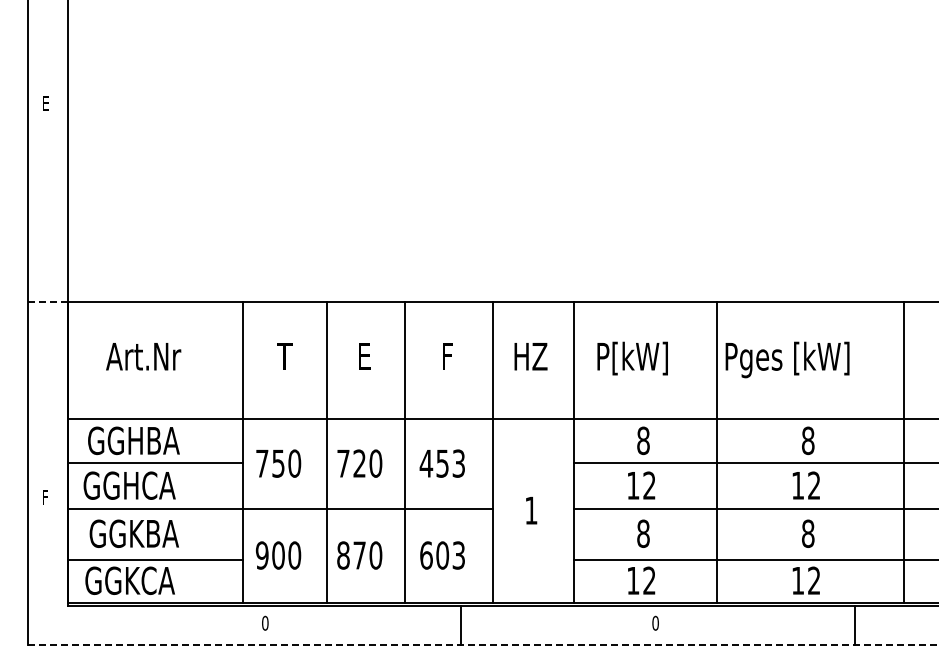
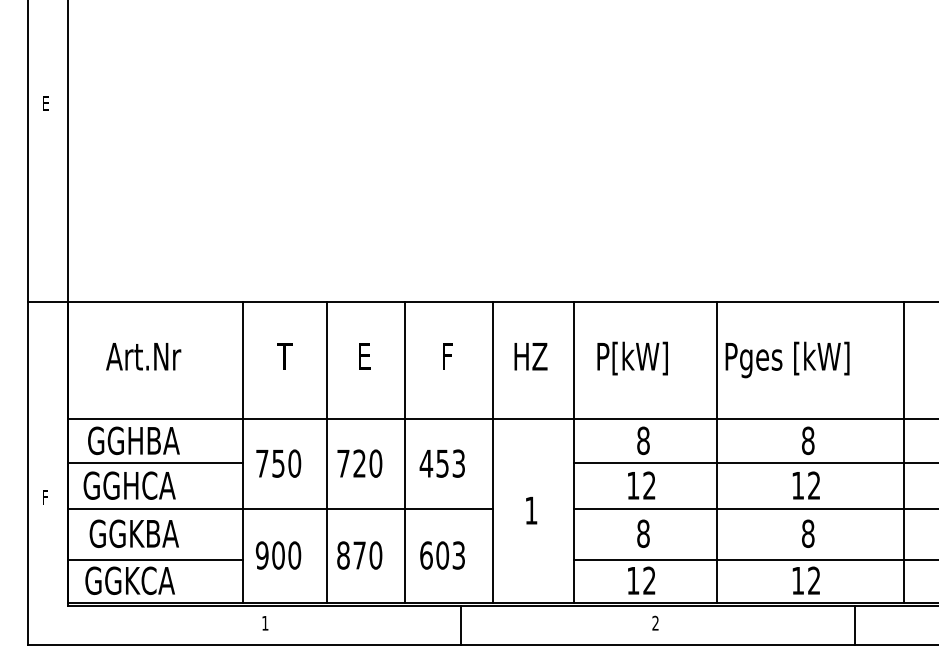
line at (47, 302): dashed -> solid
text at (265, 622): 0 -> 1
text at (655, 622): 0 -> 2
line at (483, 644): dashed -> solid
